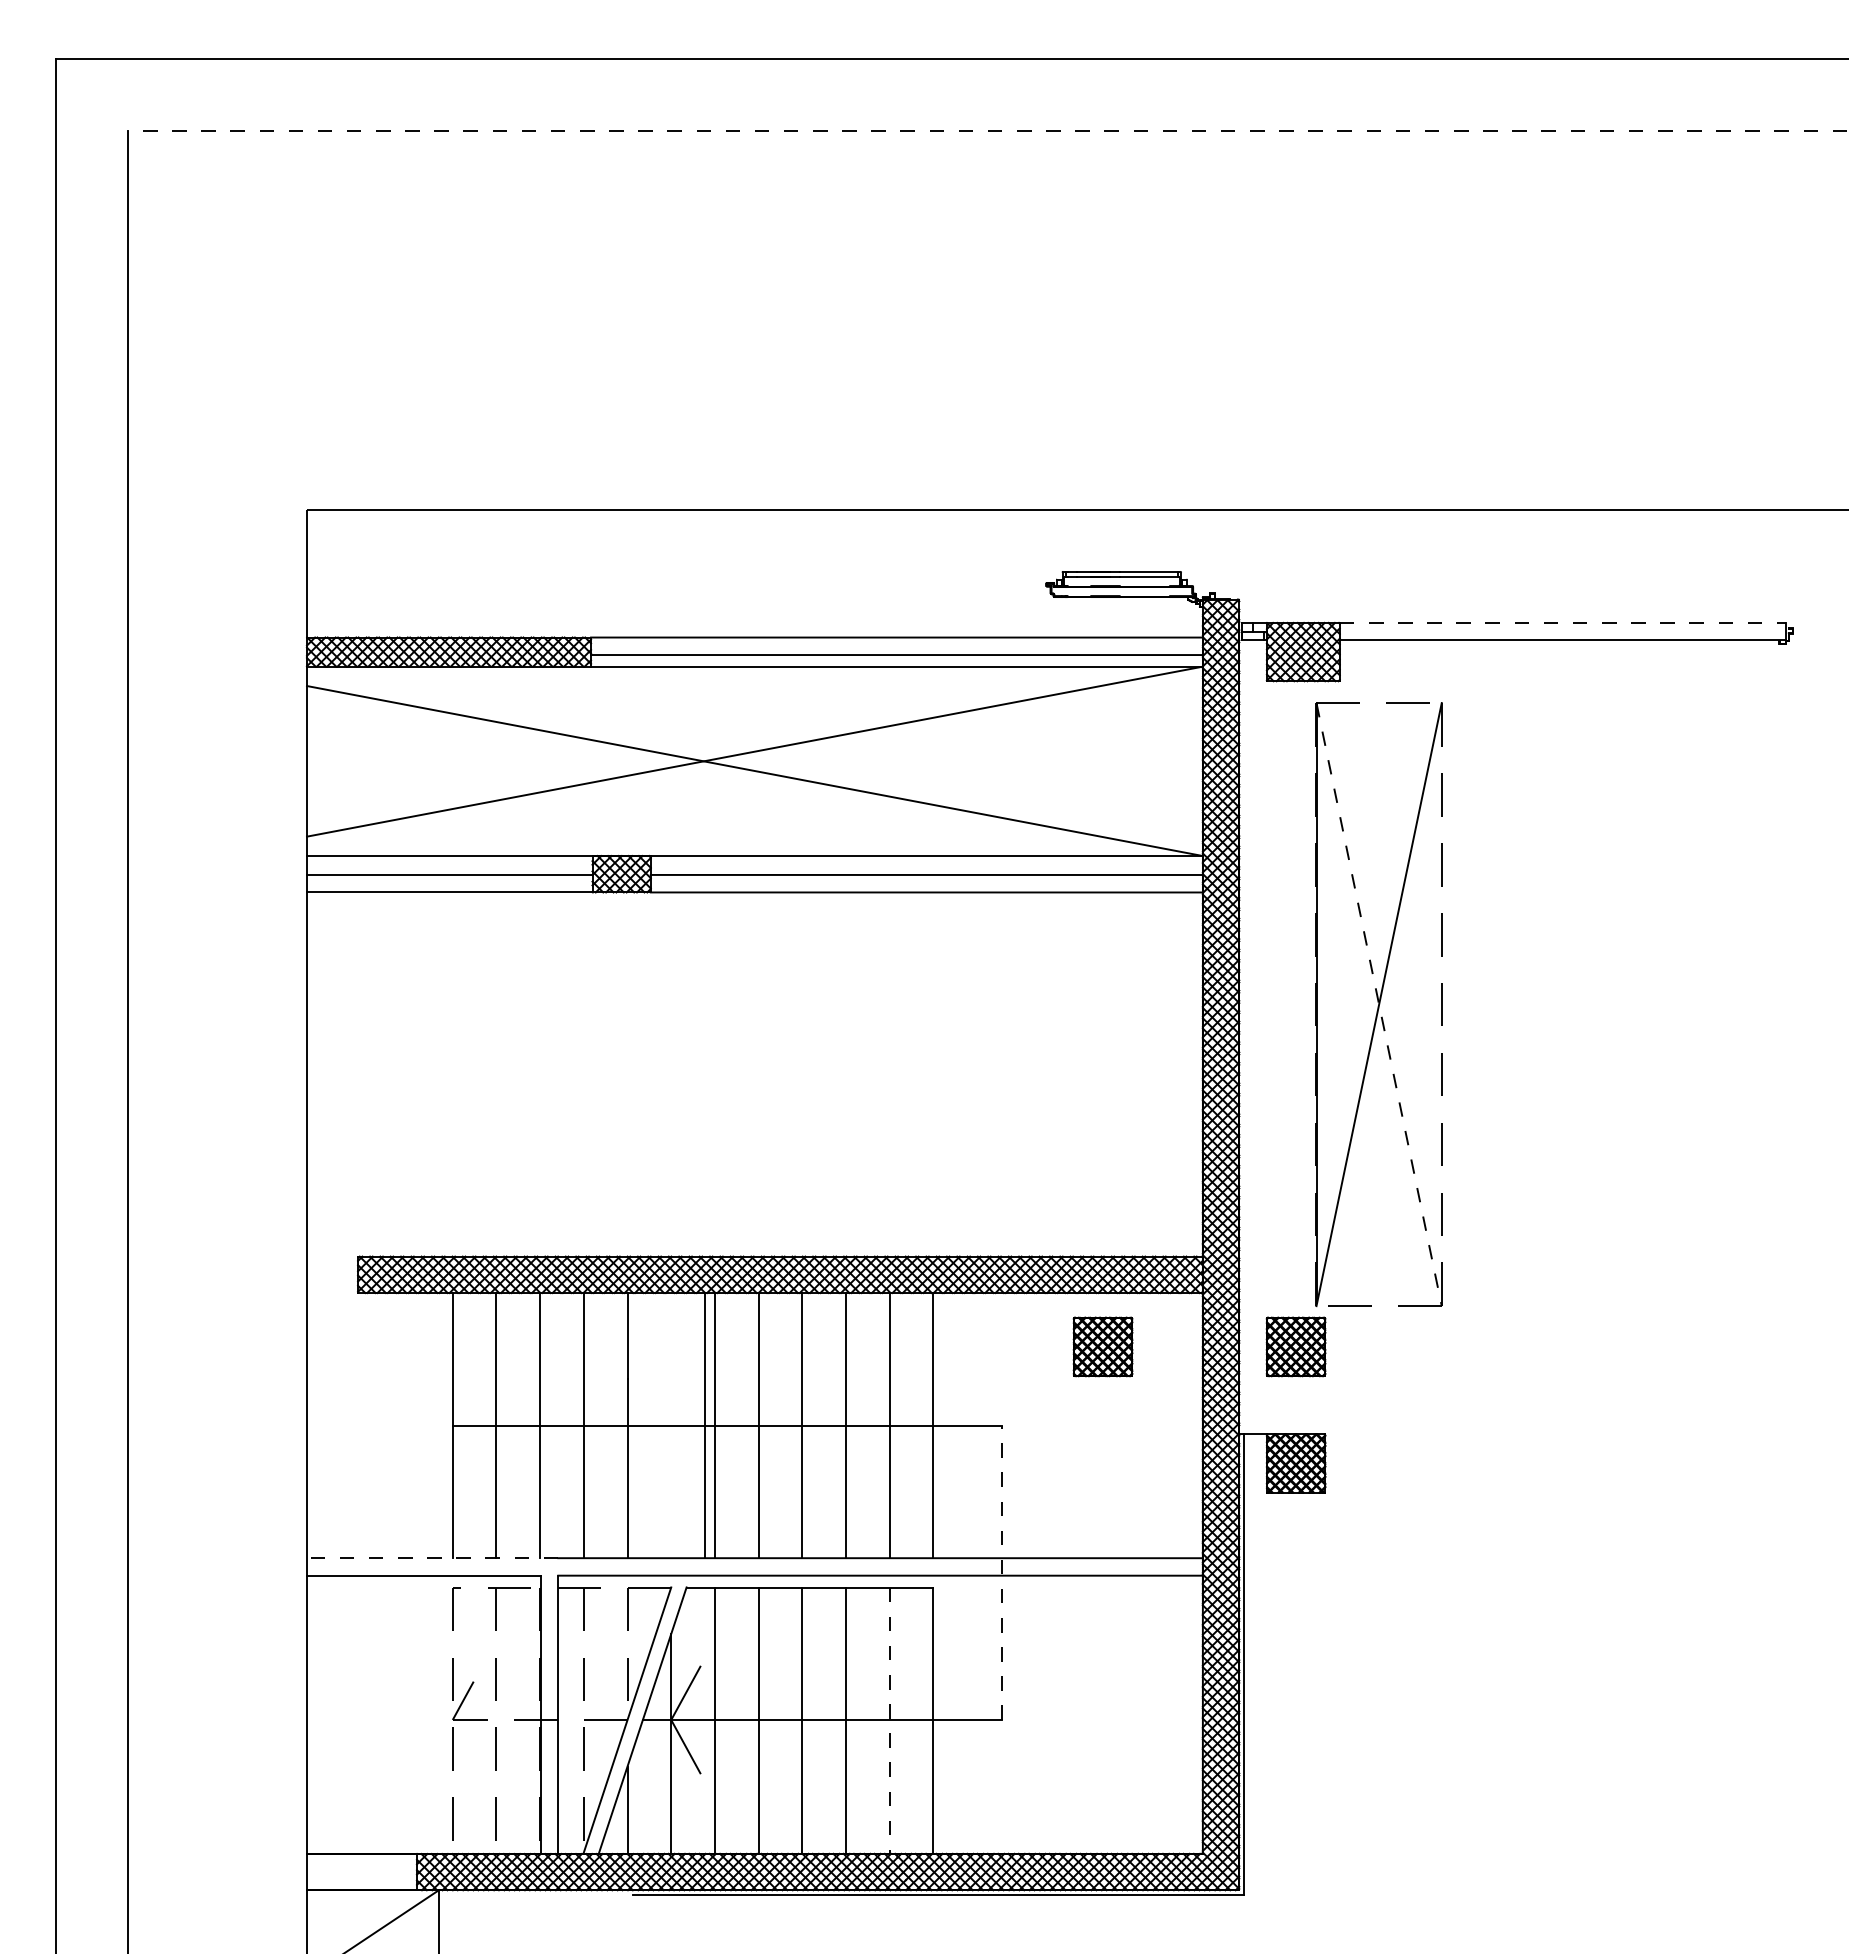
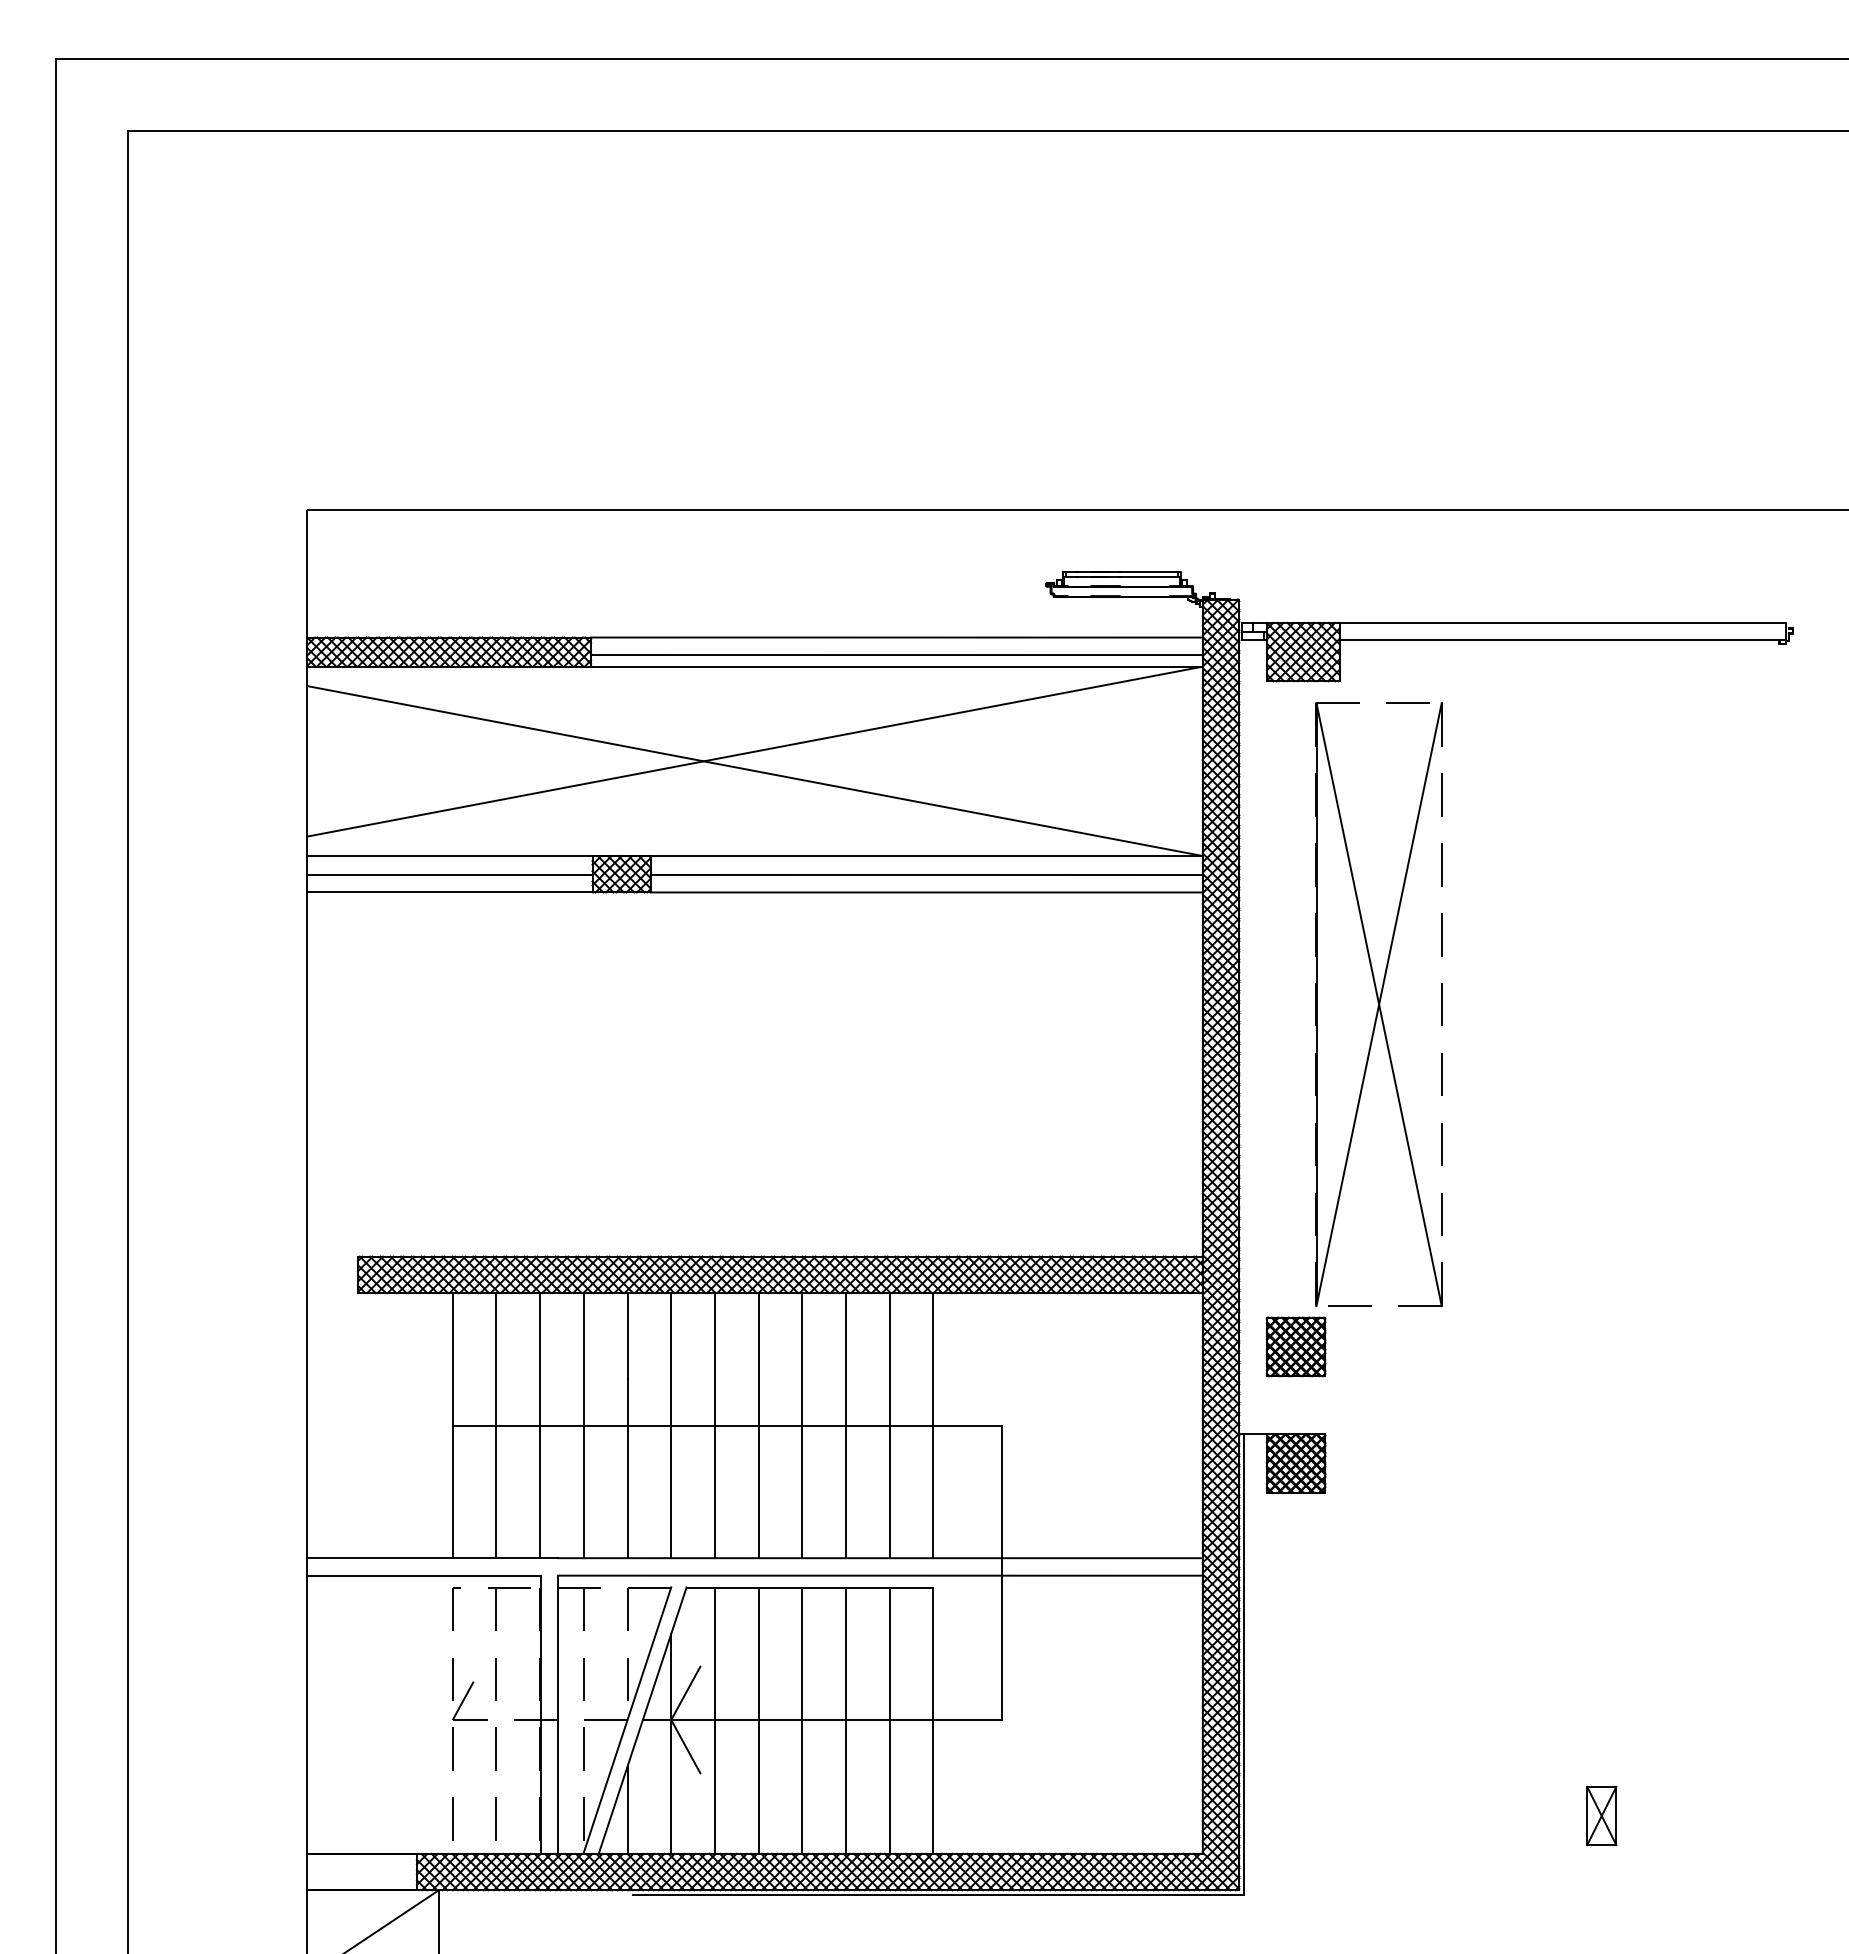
line at (988, 131): dashed -> solid
line at (1562, 622): dashed -> solid
line at (1379, 1004): dashed -> solid
part at (1102, 1346): present -> none
line at (705, 1425) position: (705, 1425) -> (671, 1425)
line at (432, 1558): dashed -> solid
line at (1001, 1572): dashed -> solid
line at (889, 1721): dashed -> solid
part at (1601, 1815): none -> present
